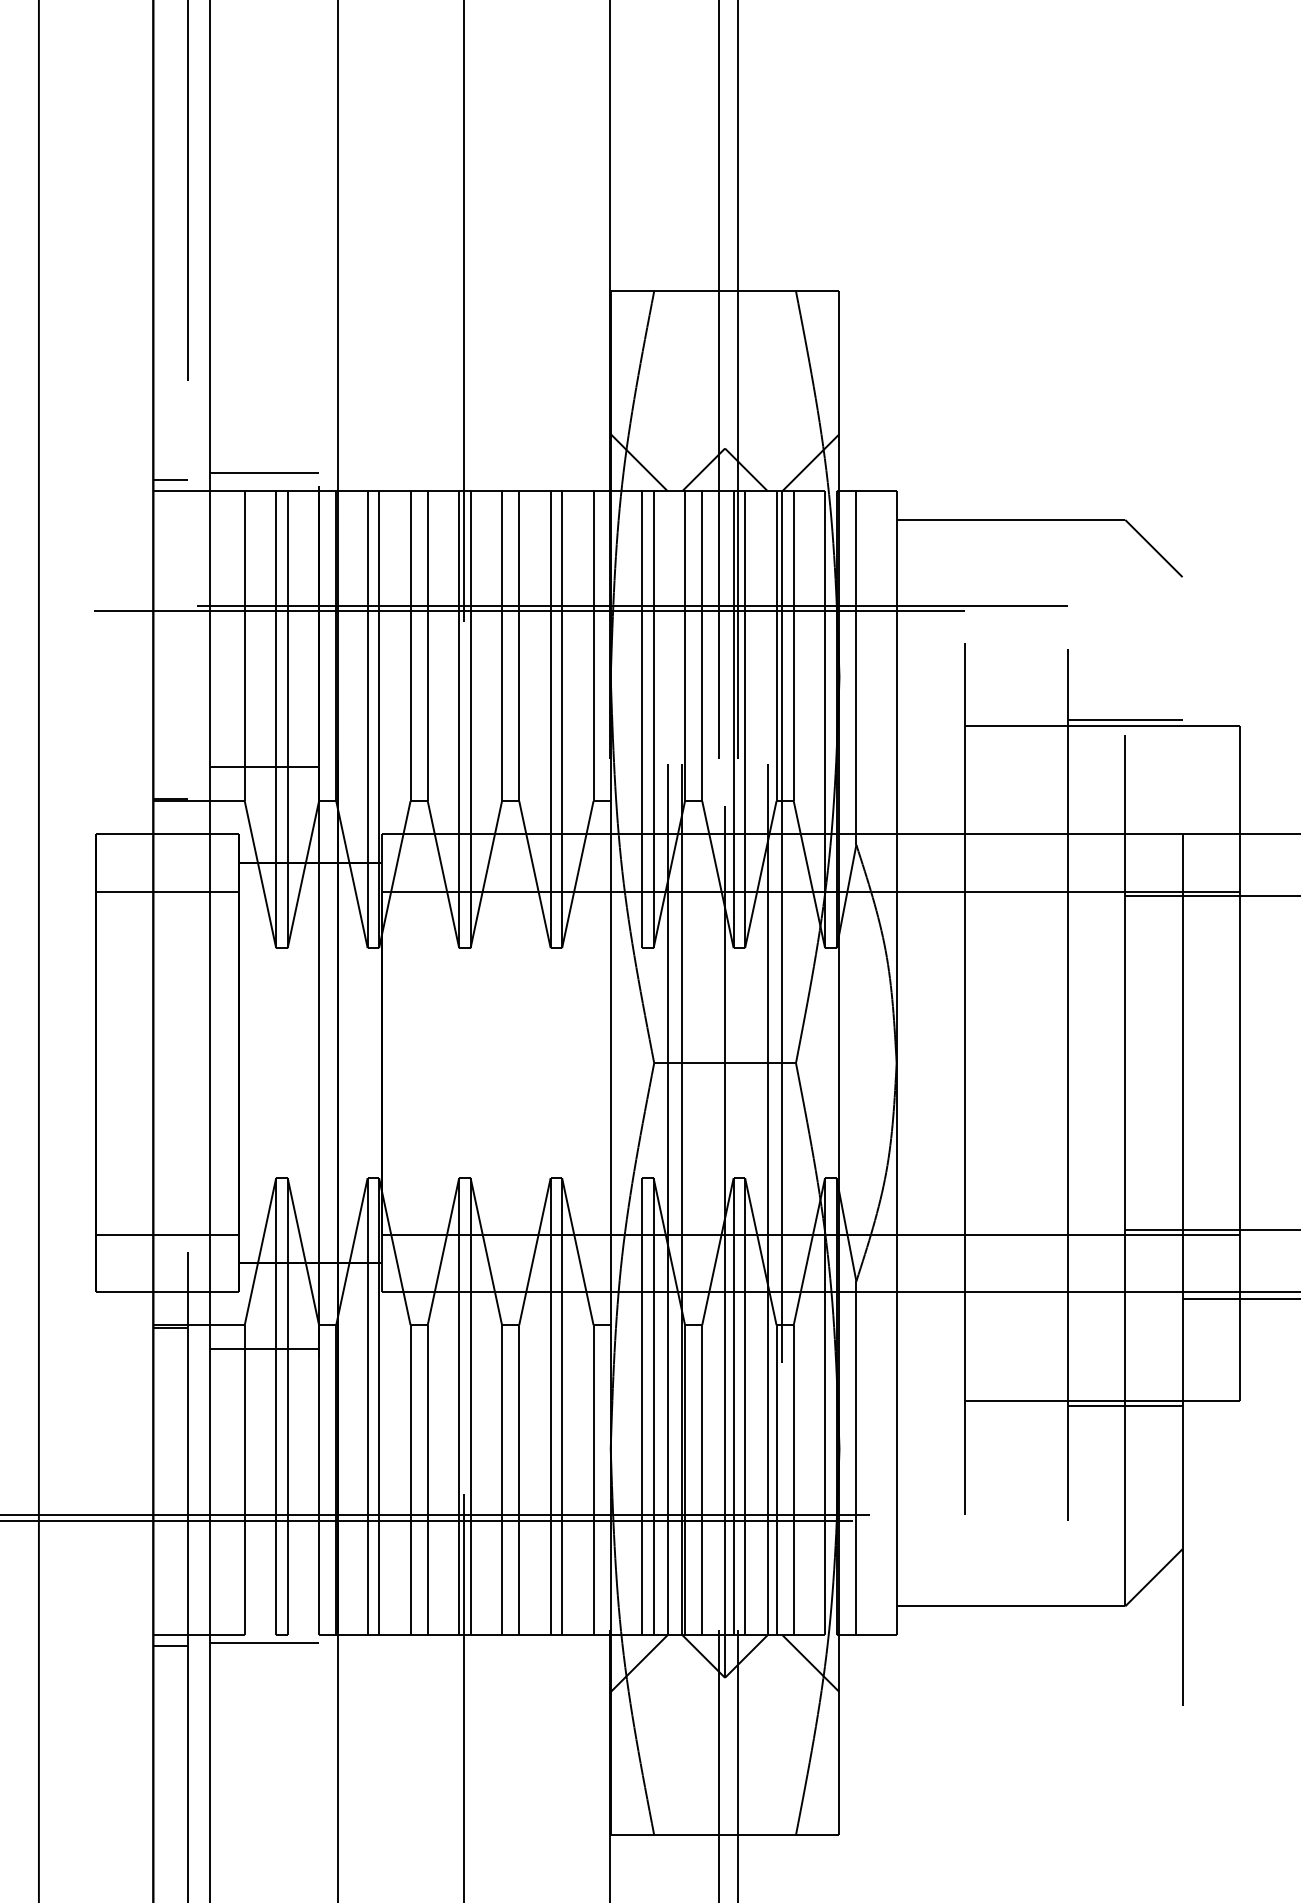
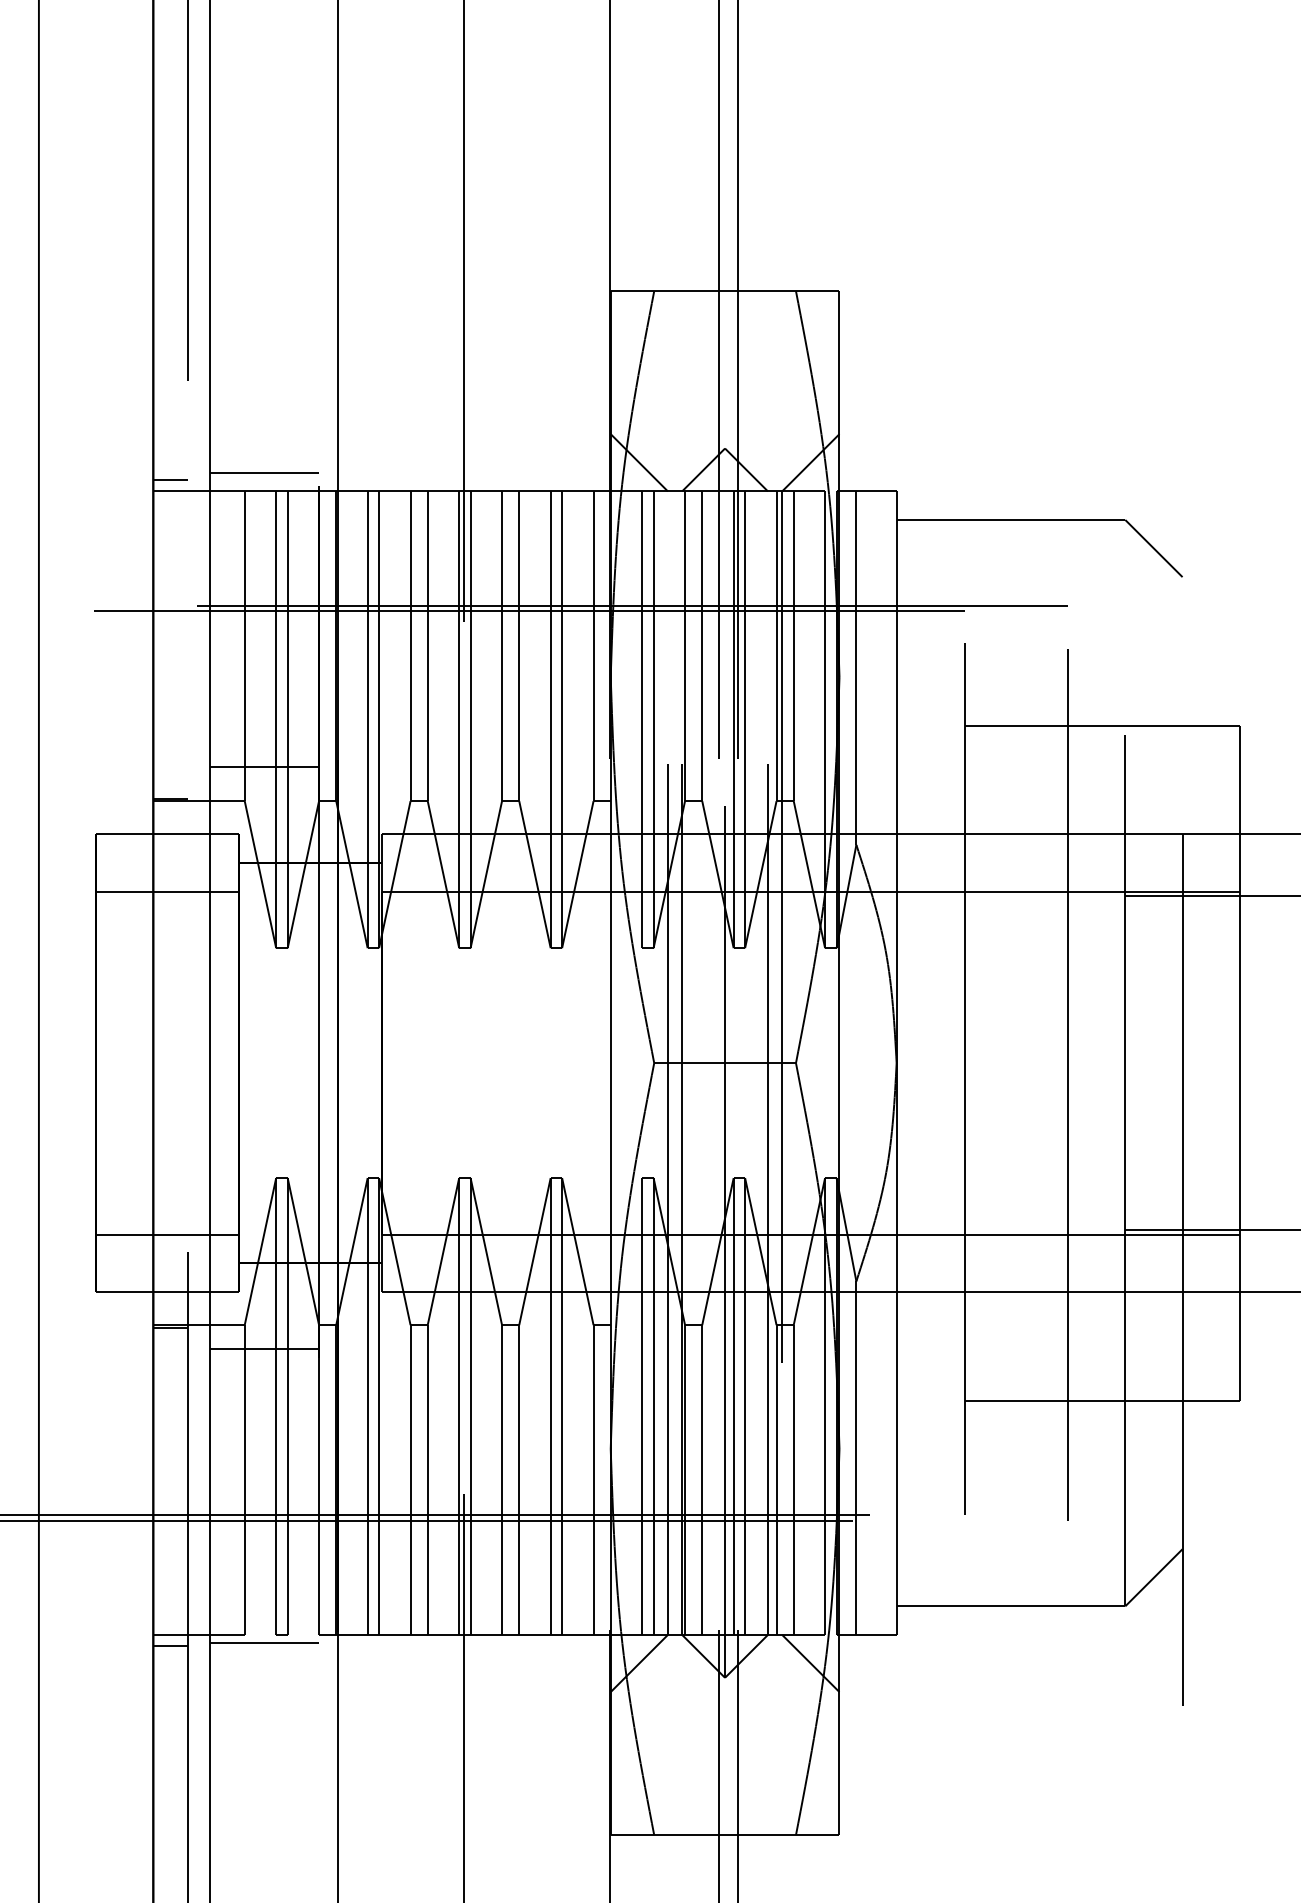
line at (1125, 720): present -> none
line at (1239, 1298): present -> none
line at (1125, 1406): present -> none
